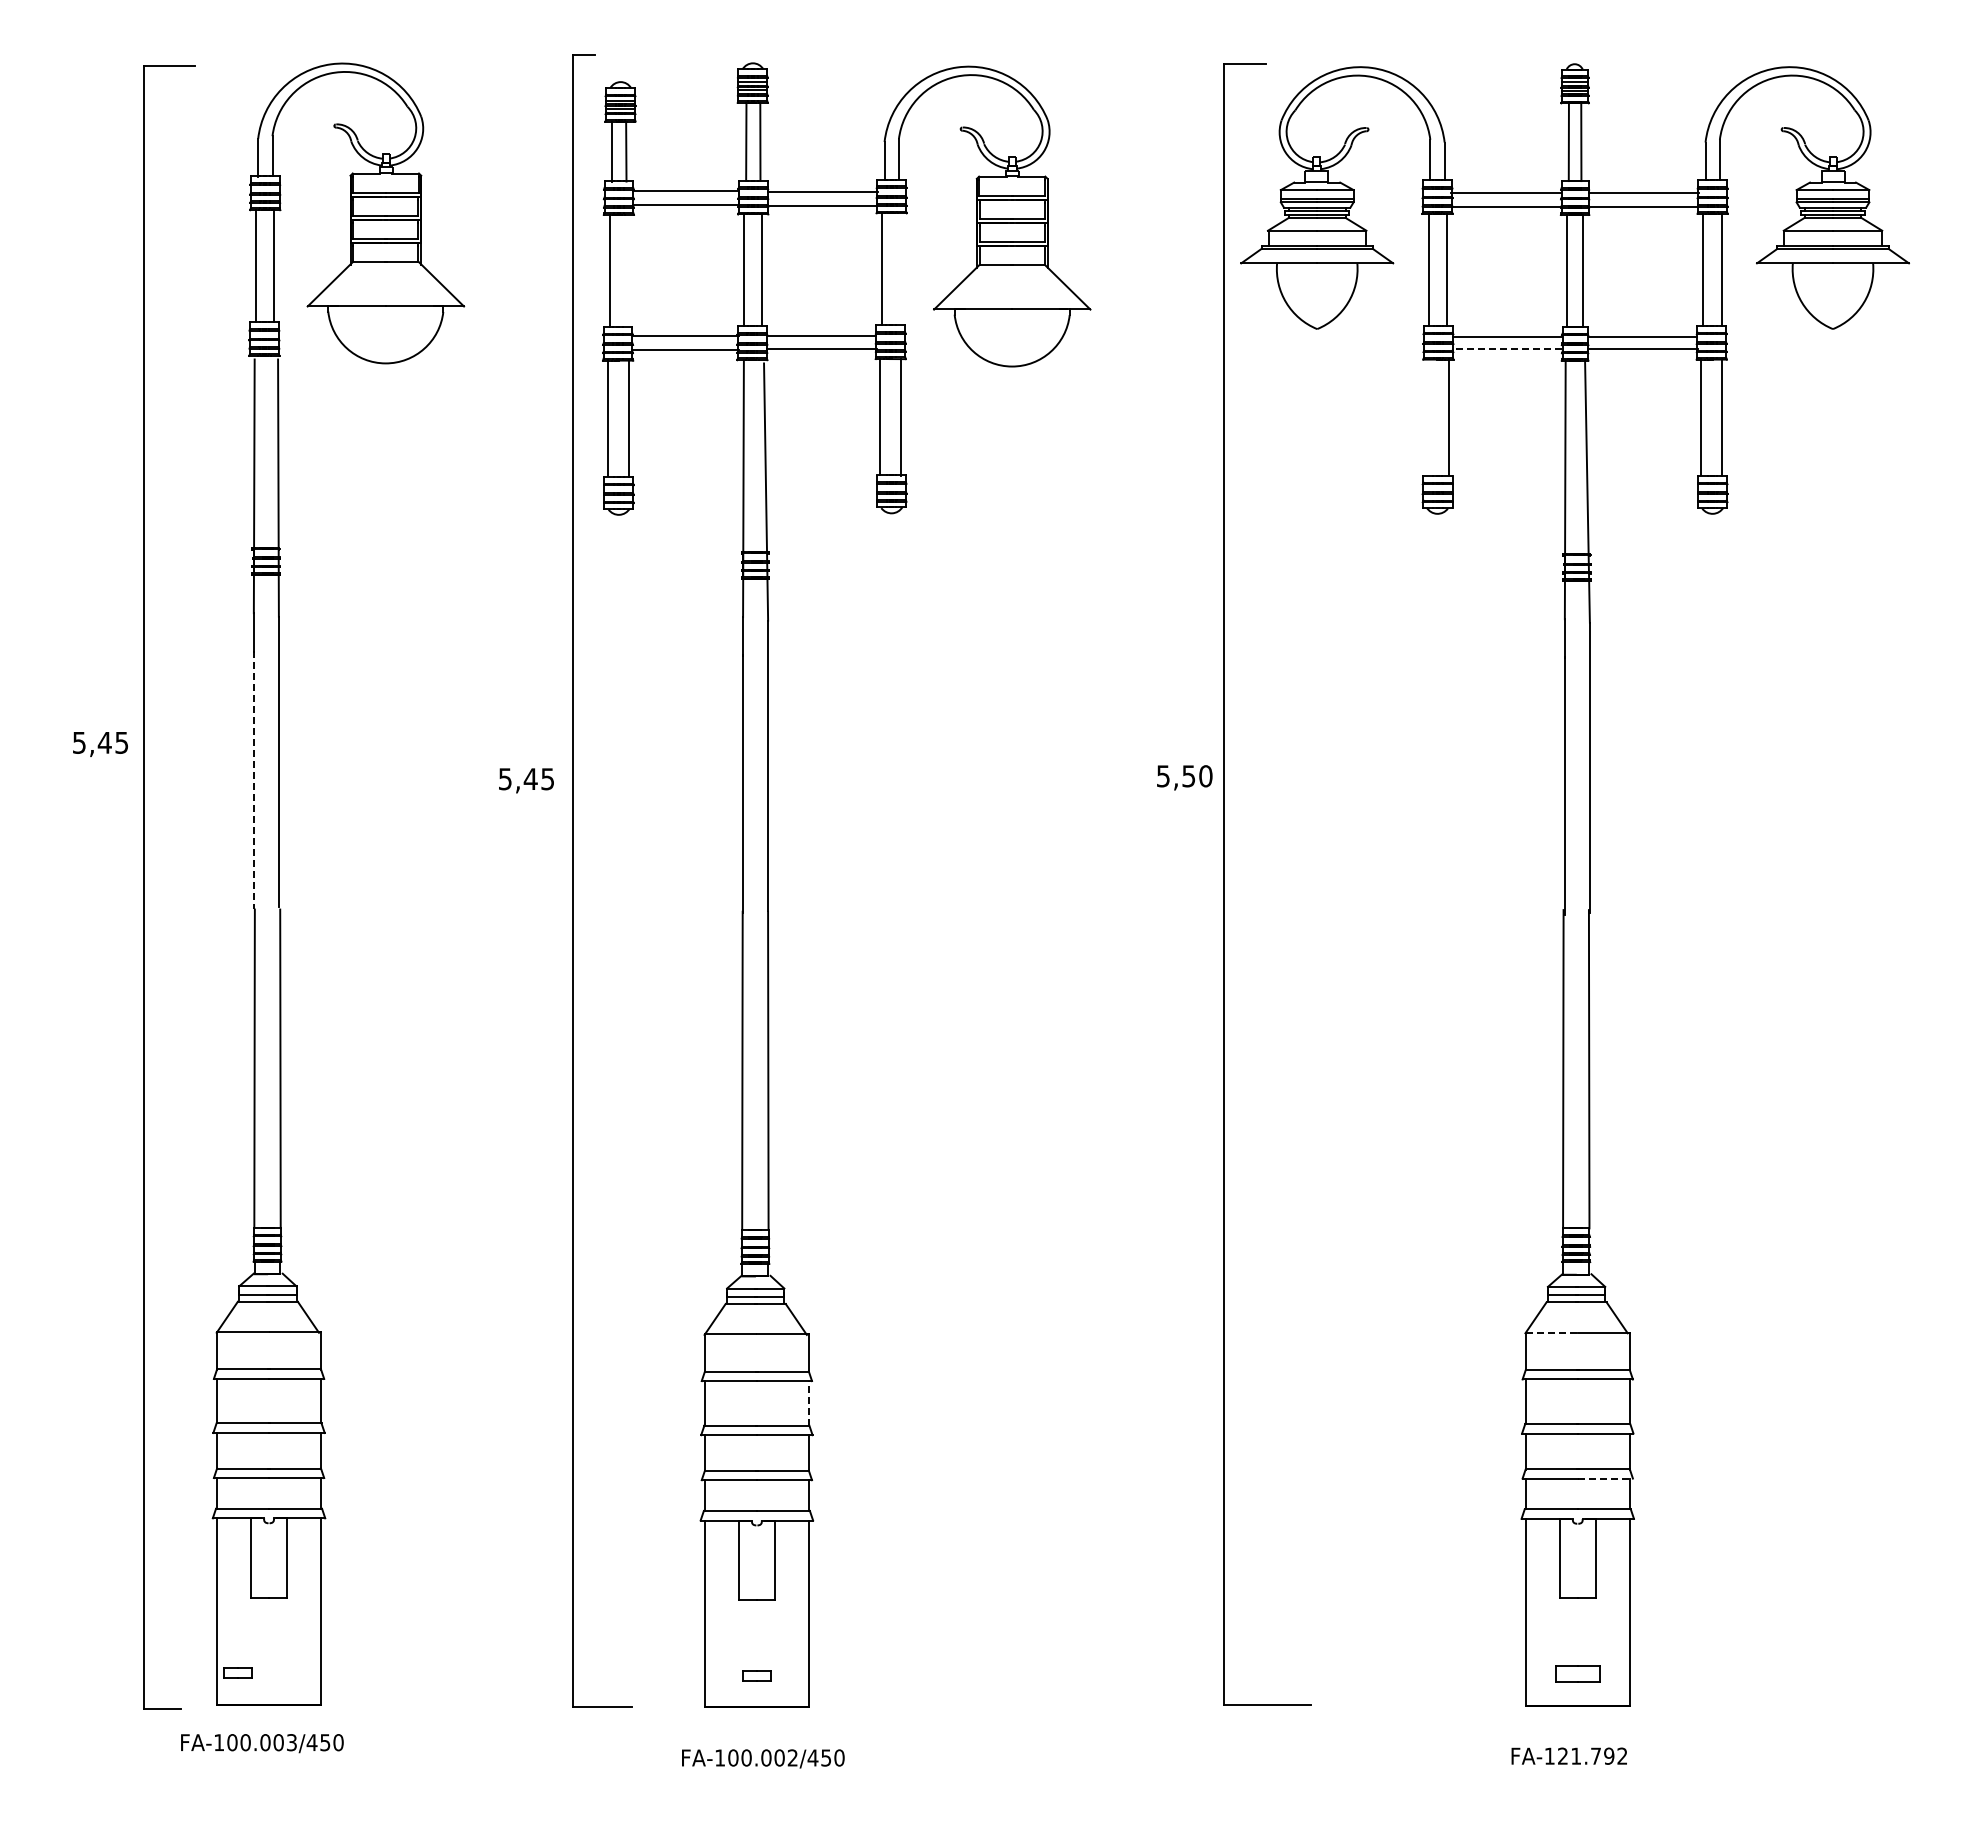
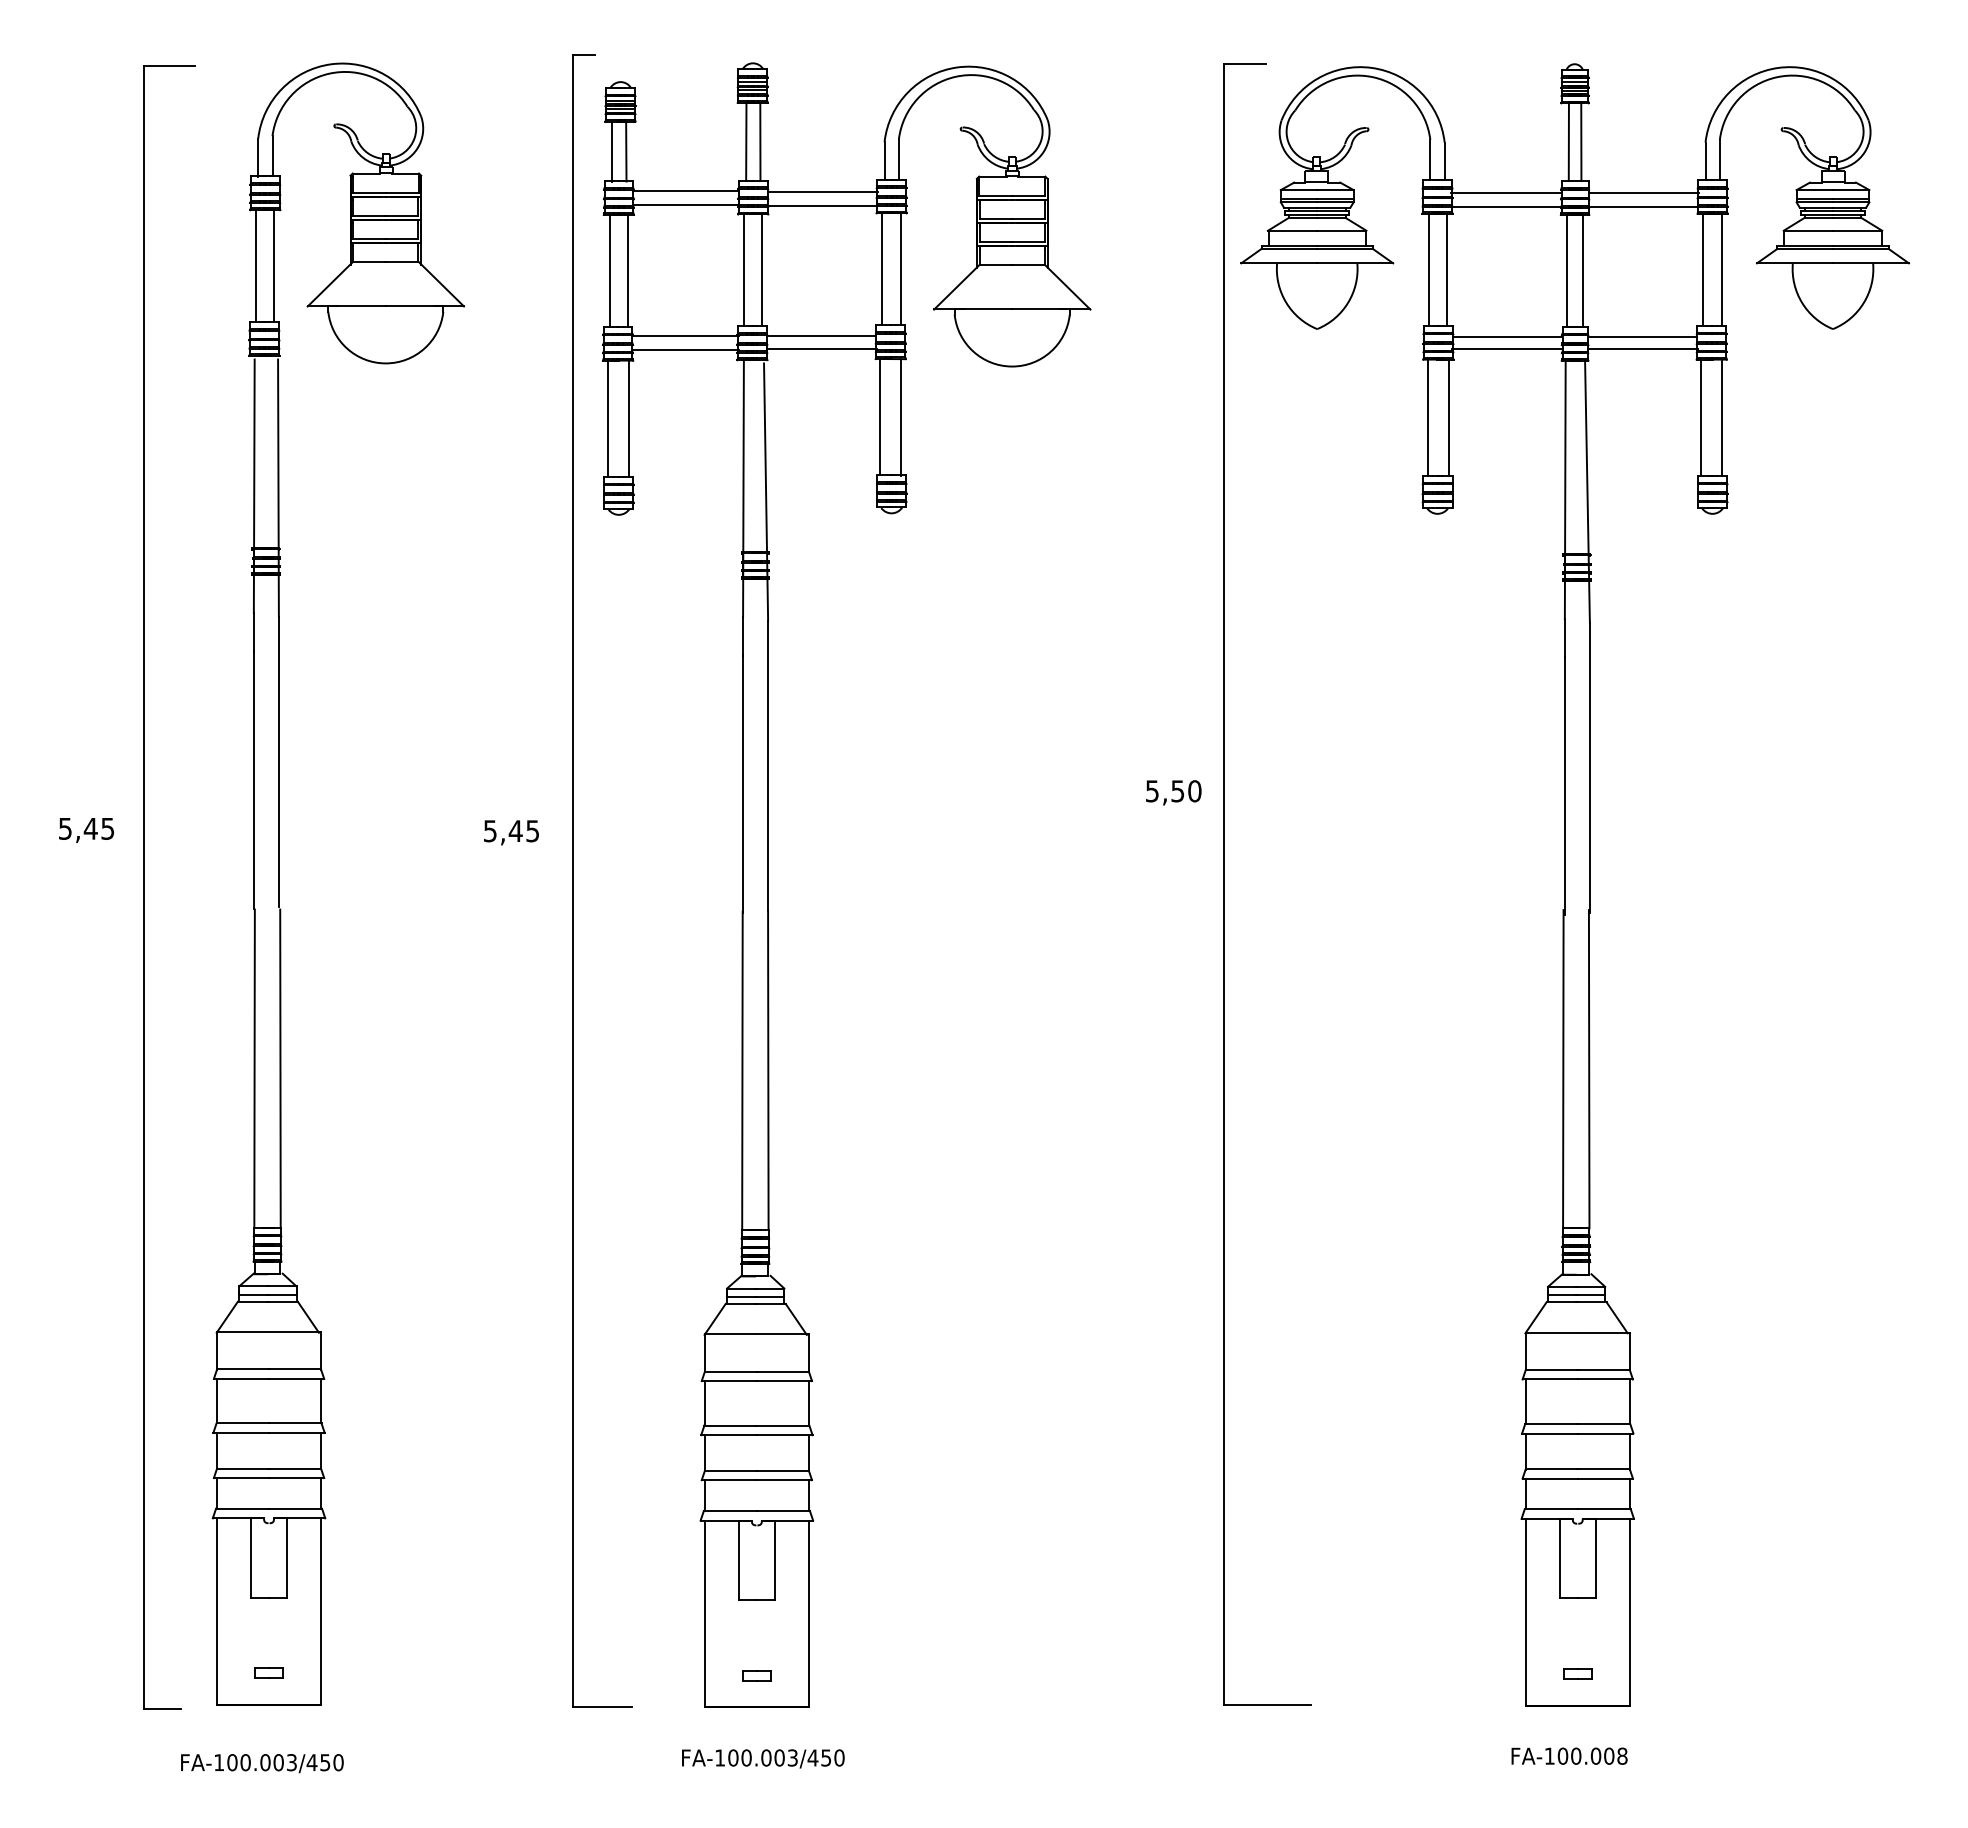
line at (900, 269): none -> present
line at (628, 270): none -> present
line at (1507, 349): dashed -> solid
line at (1427, 417): none -> present
text at (100, 744) position: (100, 744) -> (86, 830)
text at (1184, 777) position: (1184, 777) -> (1173, 792)
line at (253, 780): dashed -> solid
text at (526, 780) position: (526, 780) -> (511, 832)
line at (1551, 1332): dashed -> solid
line at (809, 1402): dashed -> solid
line at (1605, 1478): dashed -> solid
part at (237, 1672) position: (237, 1672) -> (268, 1672)
part at (1577, 1673) size: 46x18 px -> 30x12 px
text at (262, 1743) position: (262, 1743) -> (262, 1763)
text at (1592, 1755): FA-121.792 -> FA-100.008
text at (792, 1757): FA-100.002/450 -> FA-100.003/450
